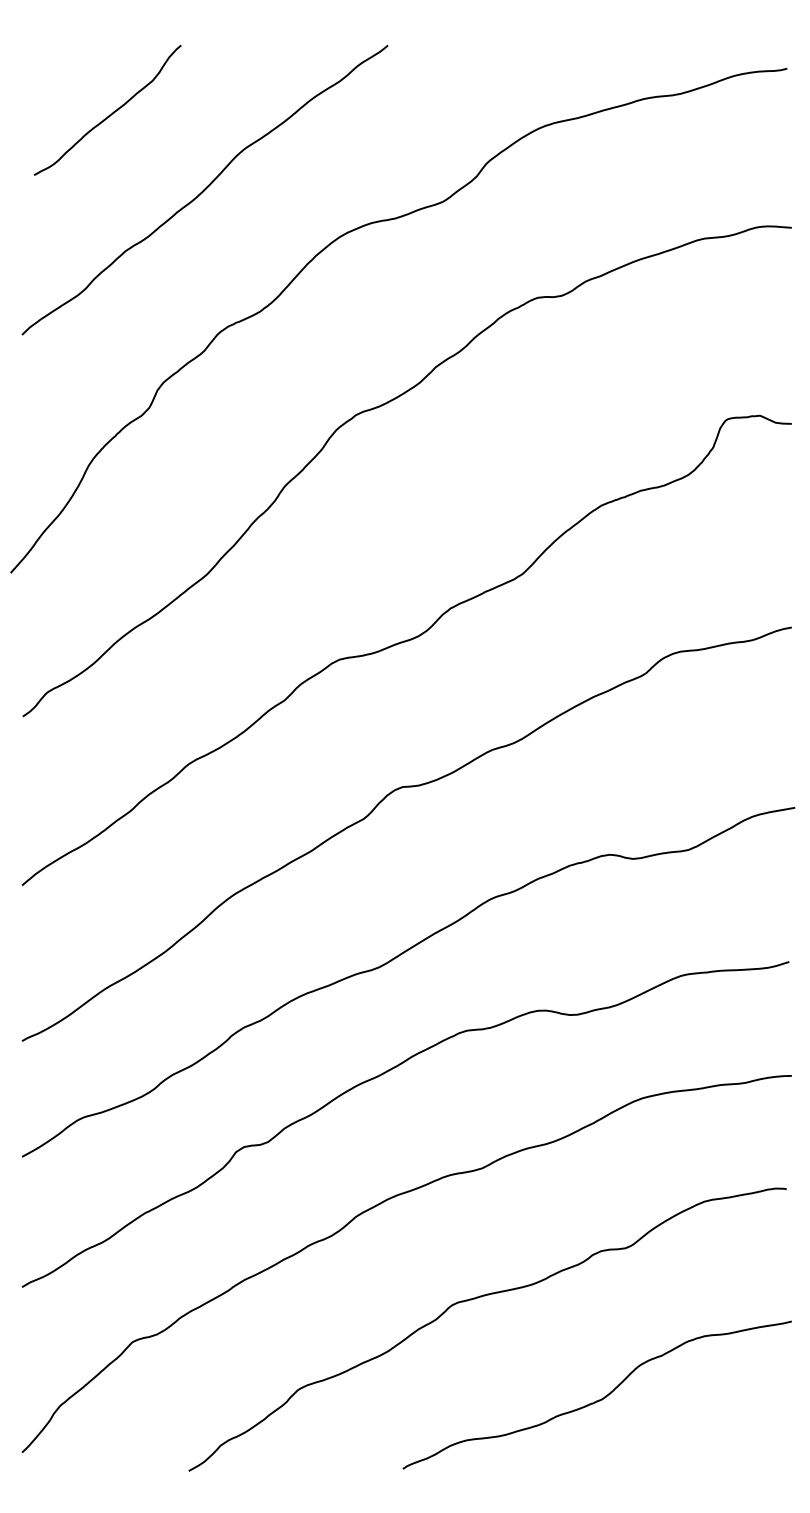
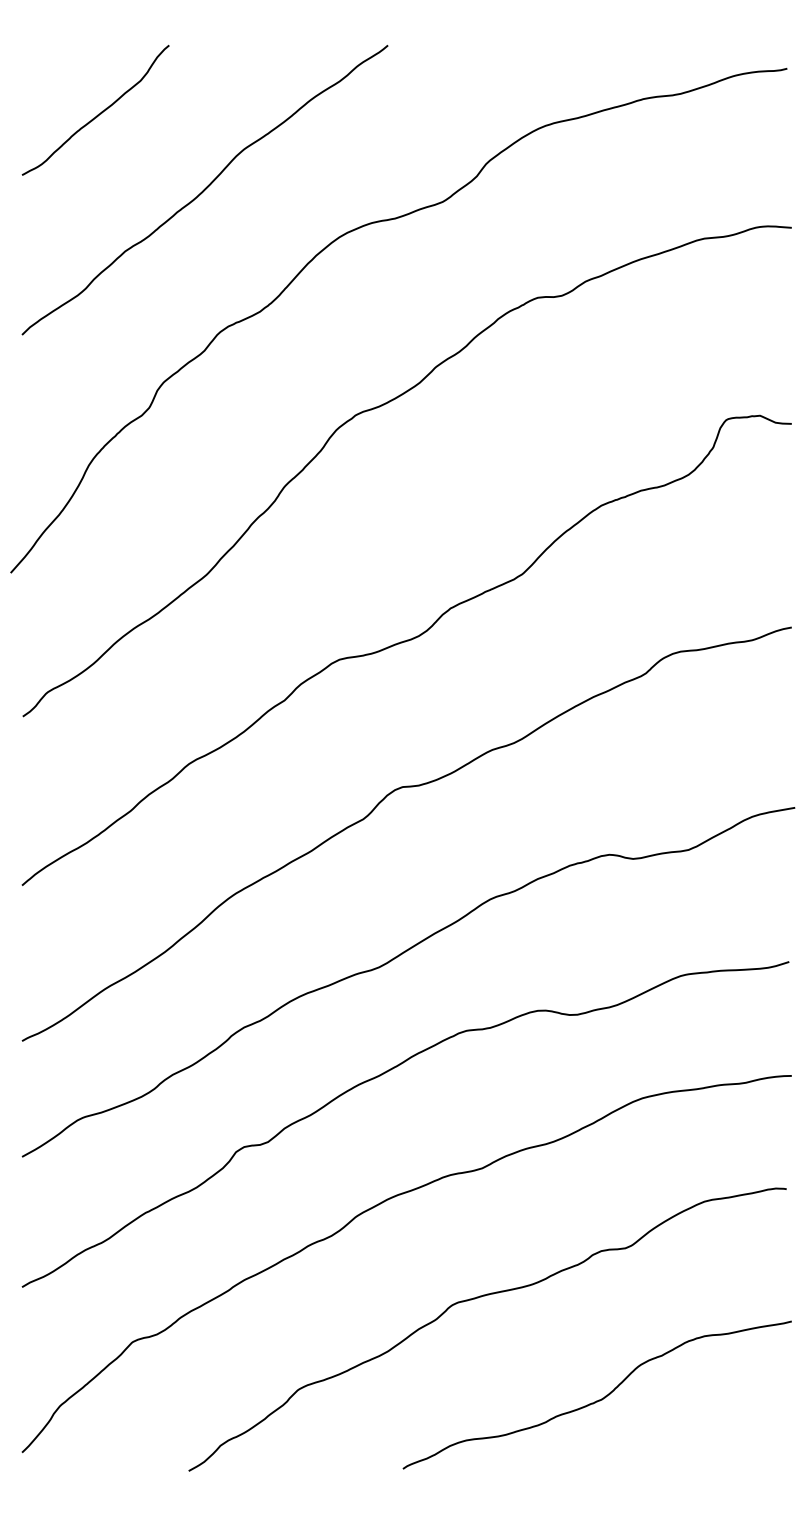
curve at (109, 114) position: (109, 114) -> (97, 114)
